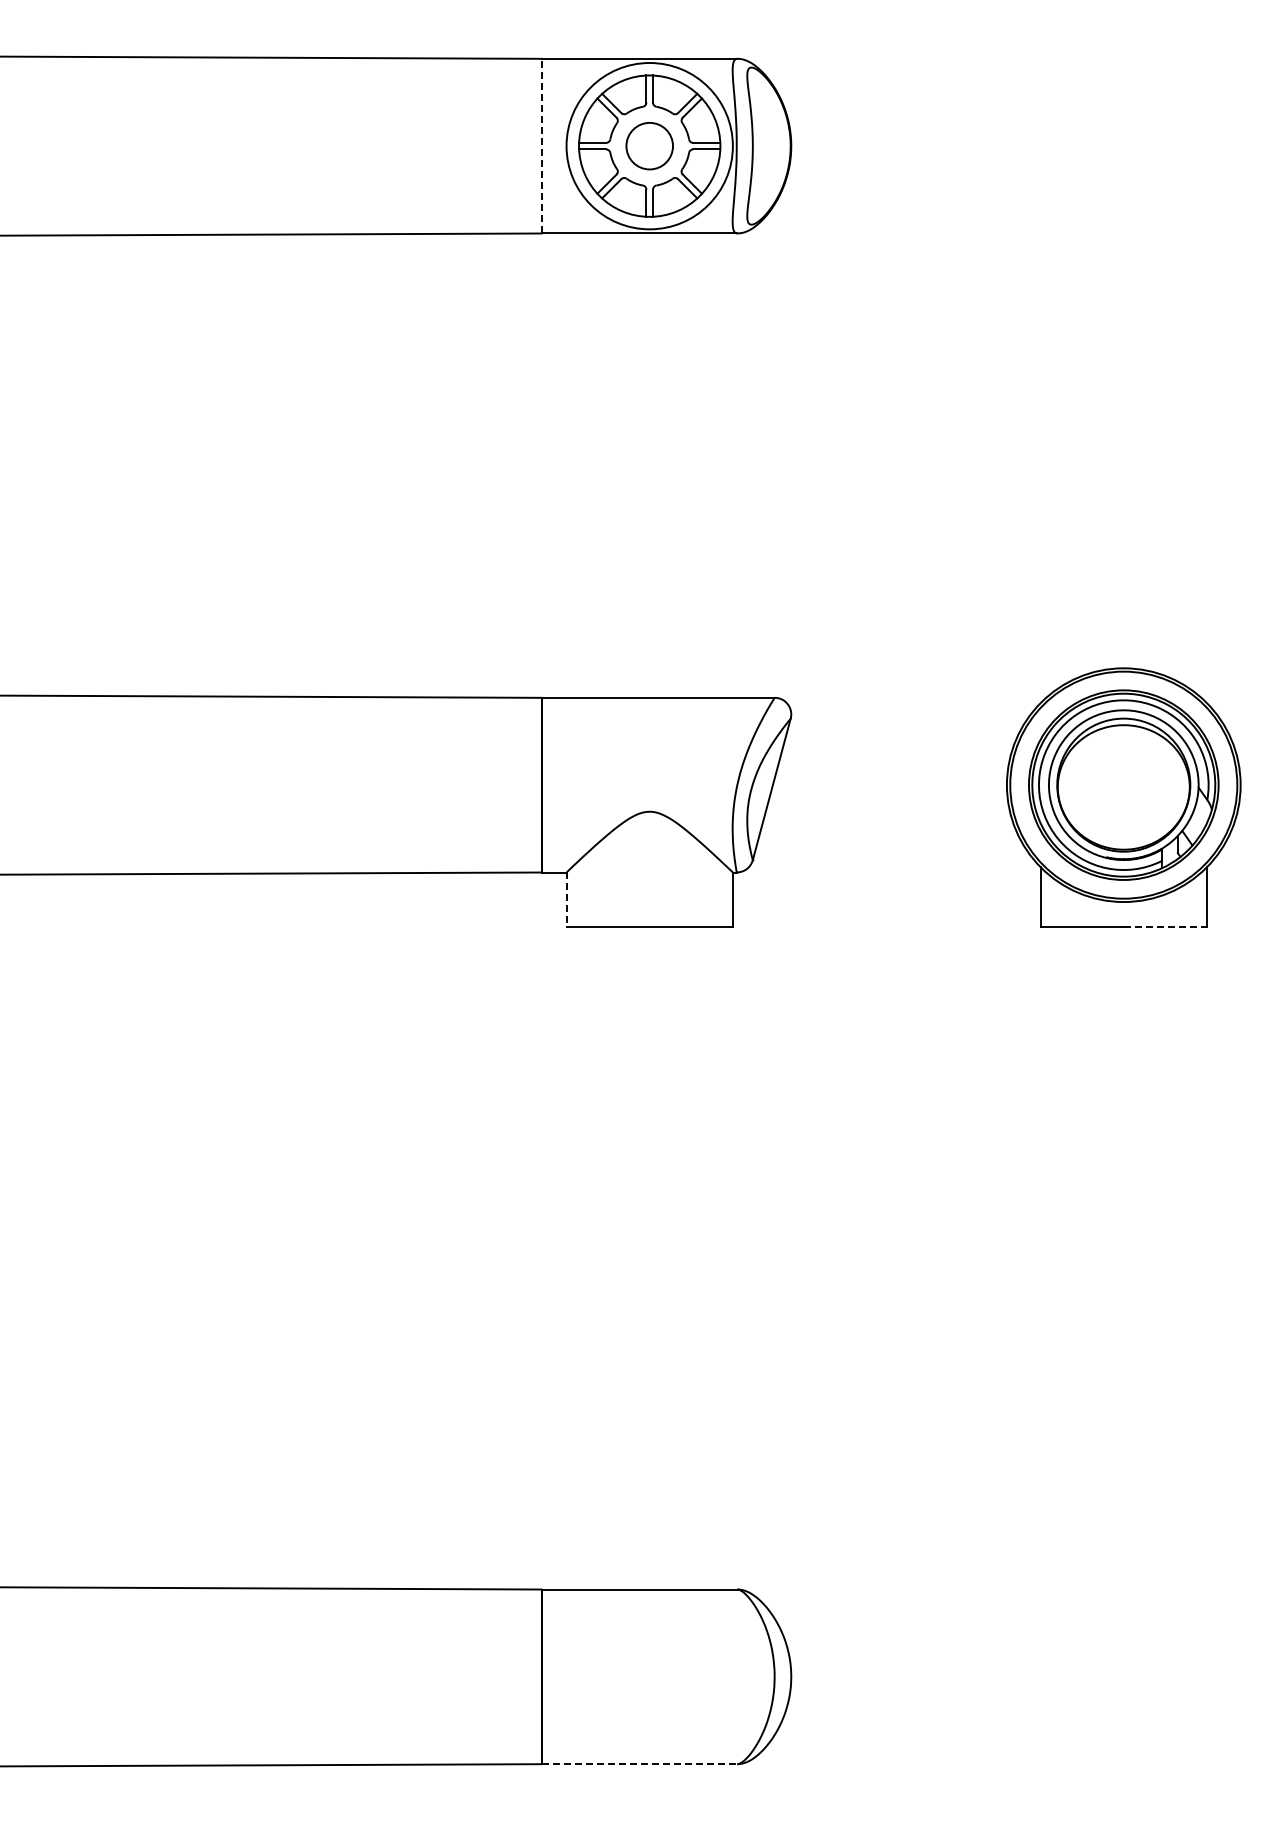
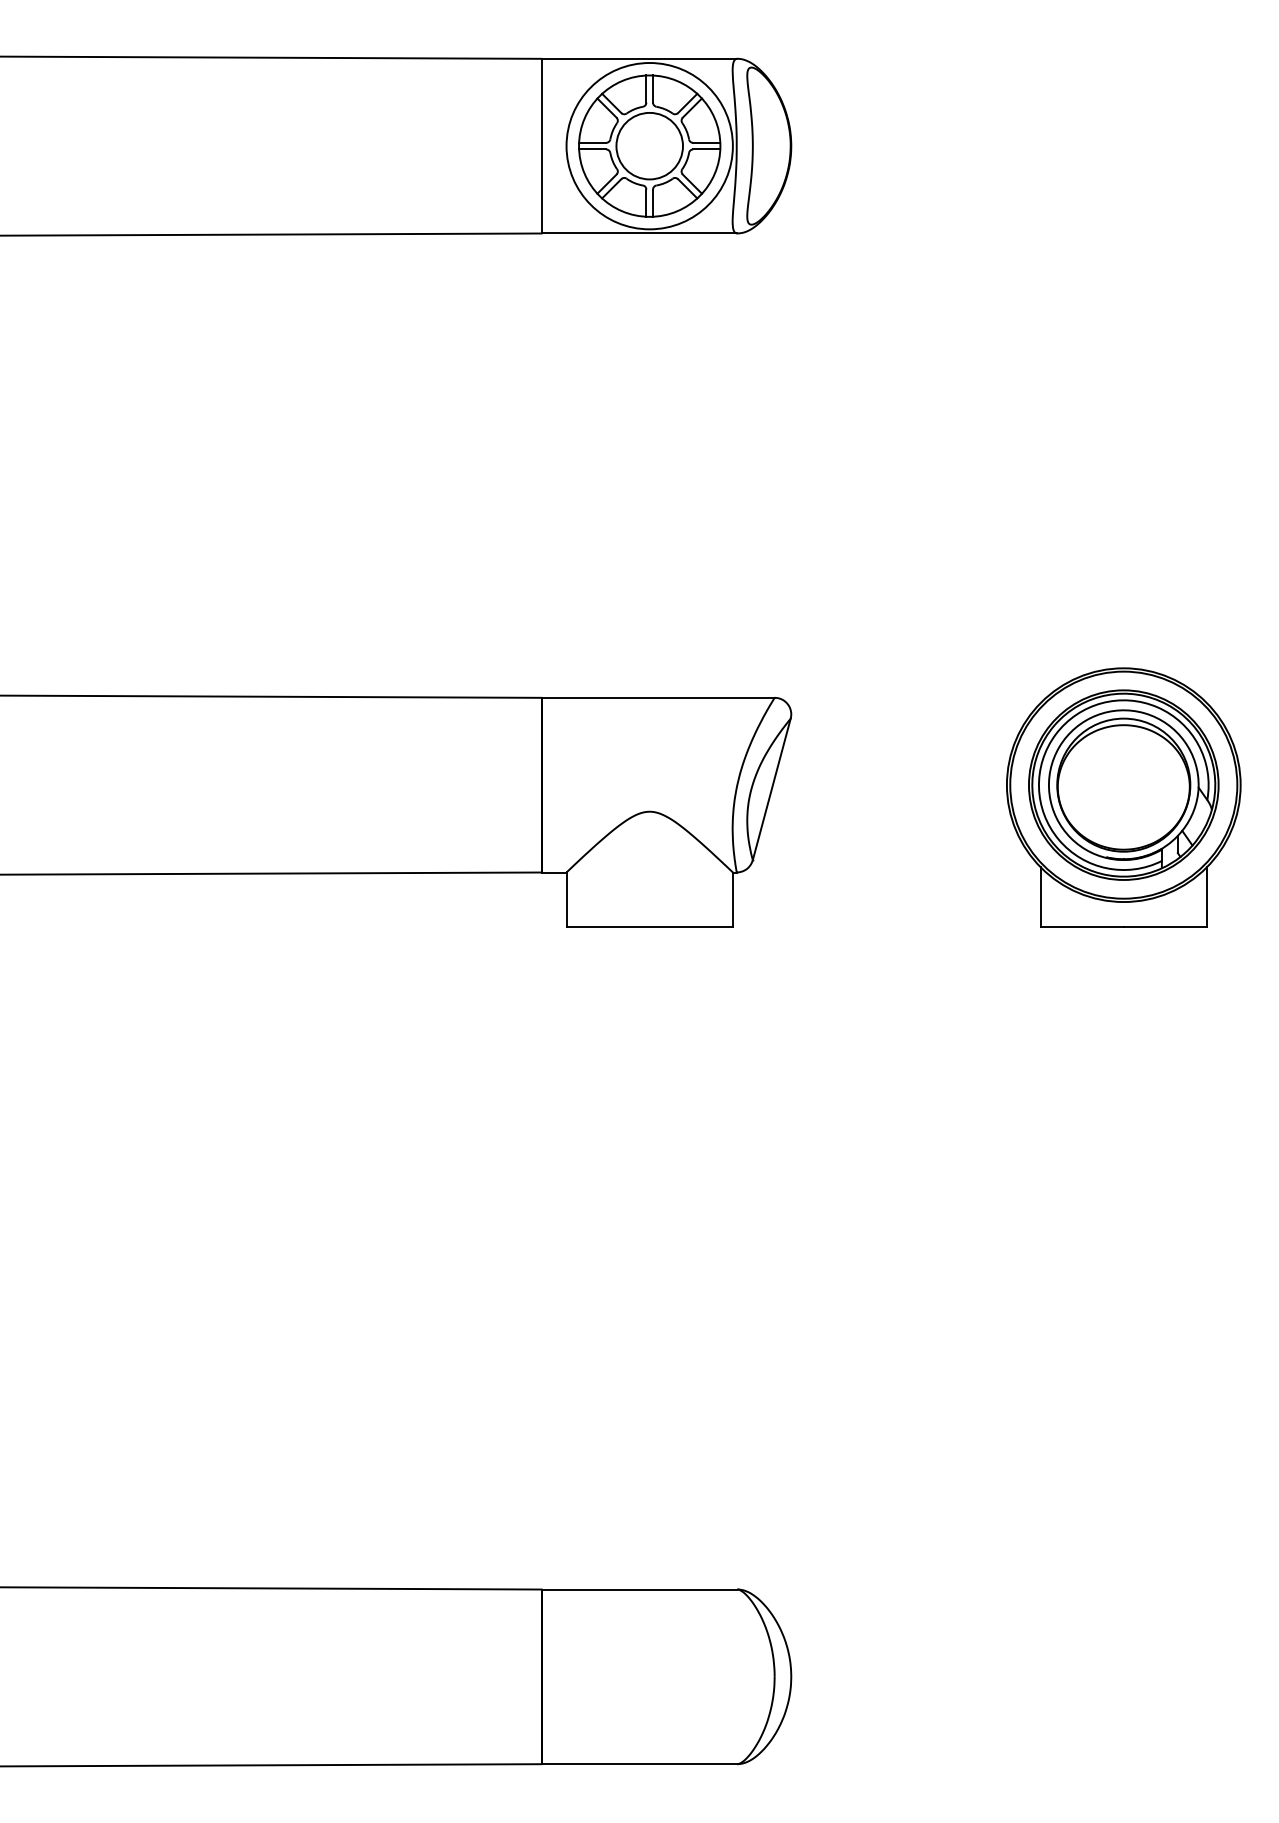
line at (541, 145): dashed -> solid
circle at (649, 145) diameter: 47 px -> 67 px
line at (566, 899): dashed -> solid
line at (1165, 926): dashed -> solid
line at (639, 1764): dashed -> solid
